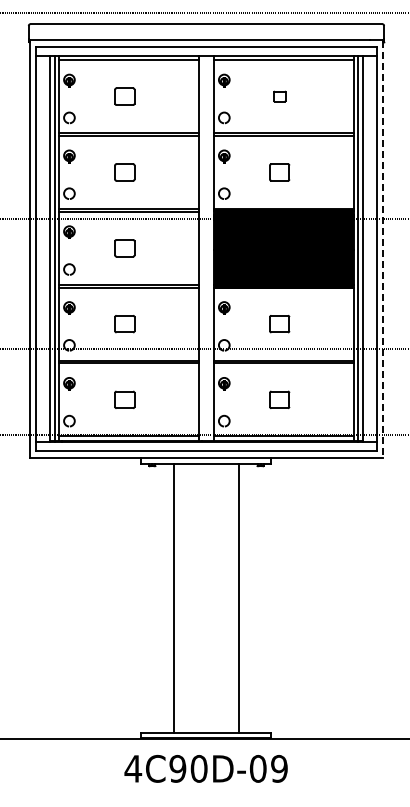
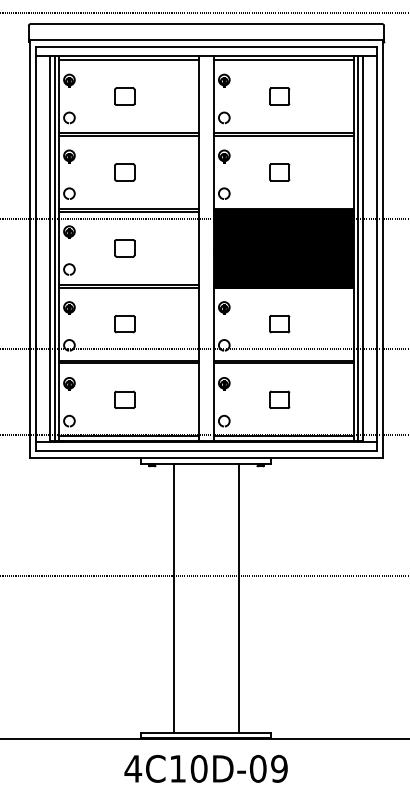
part at (279, 96) size: 14x13 px -> 22x19 px
line at (383, 249): dashed -> solid
line at (204, 576): none -> present
text at (177, 768): 4C90D-09 -> 4C10D-09
